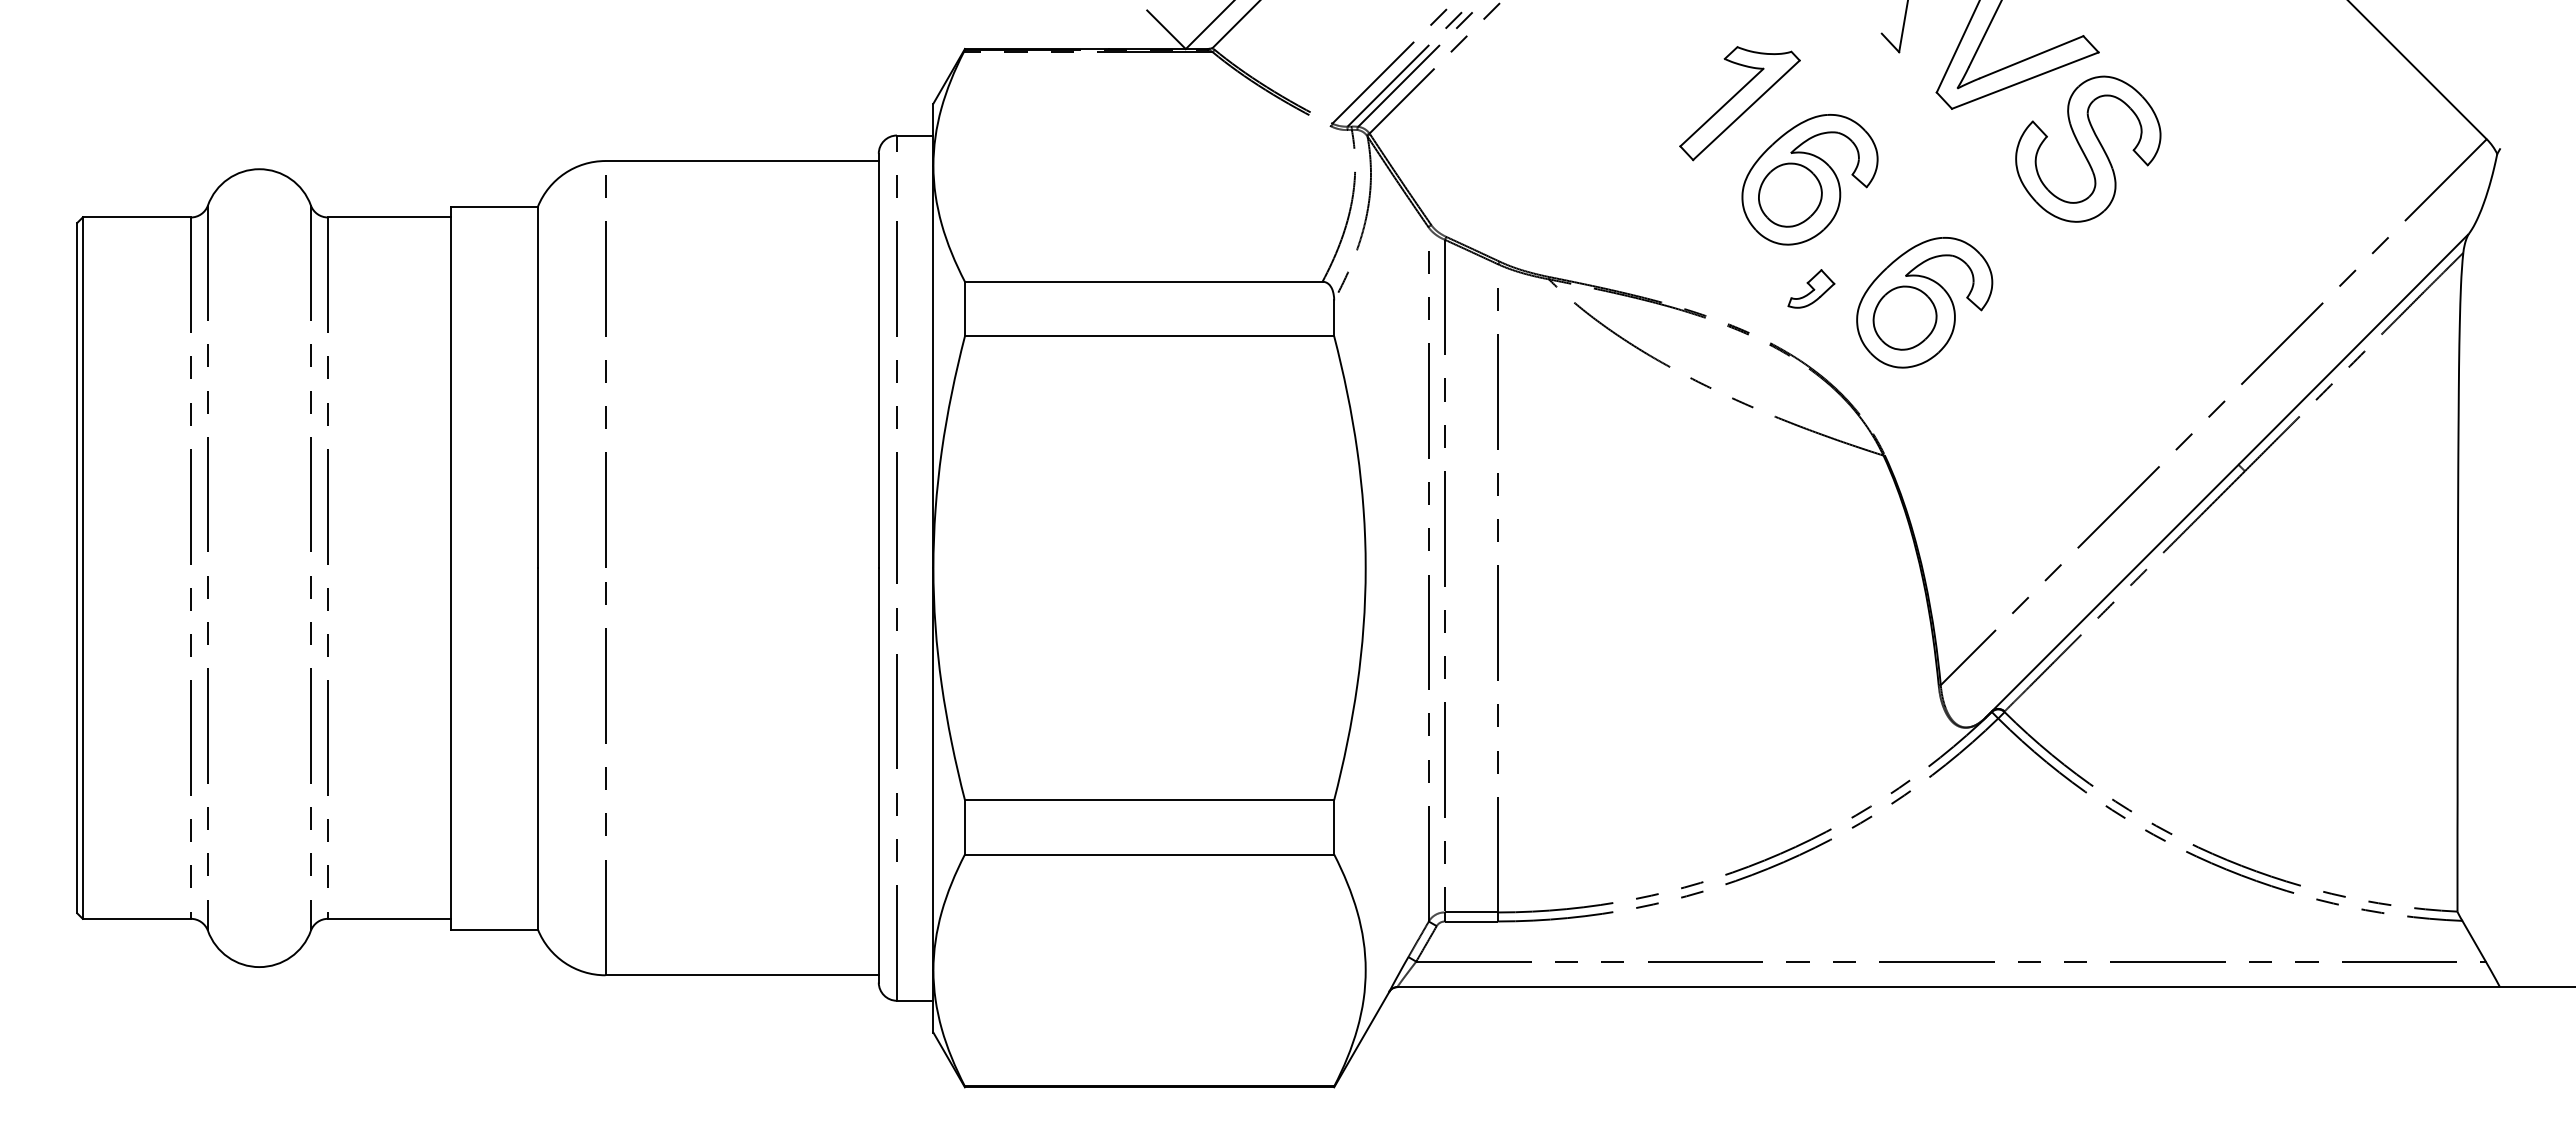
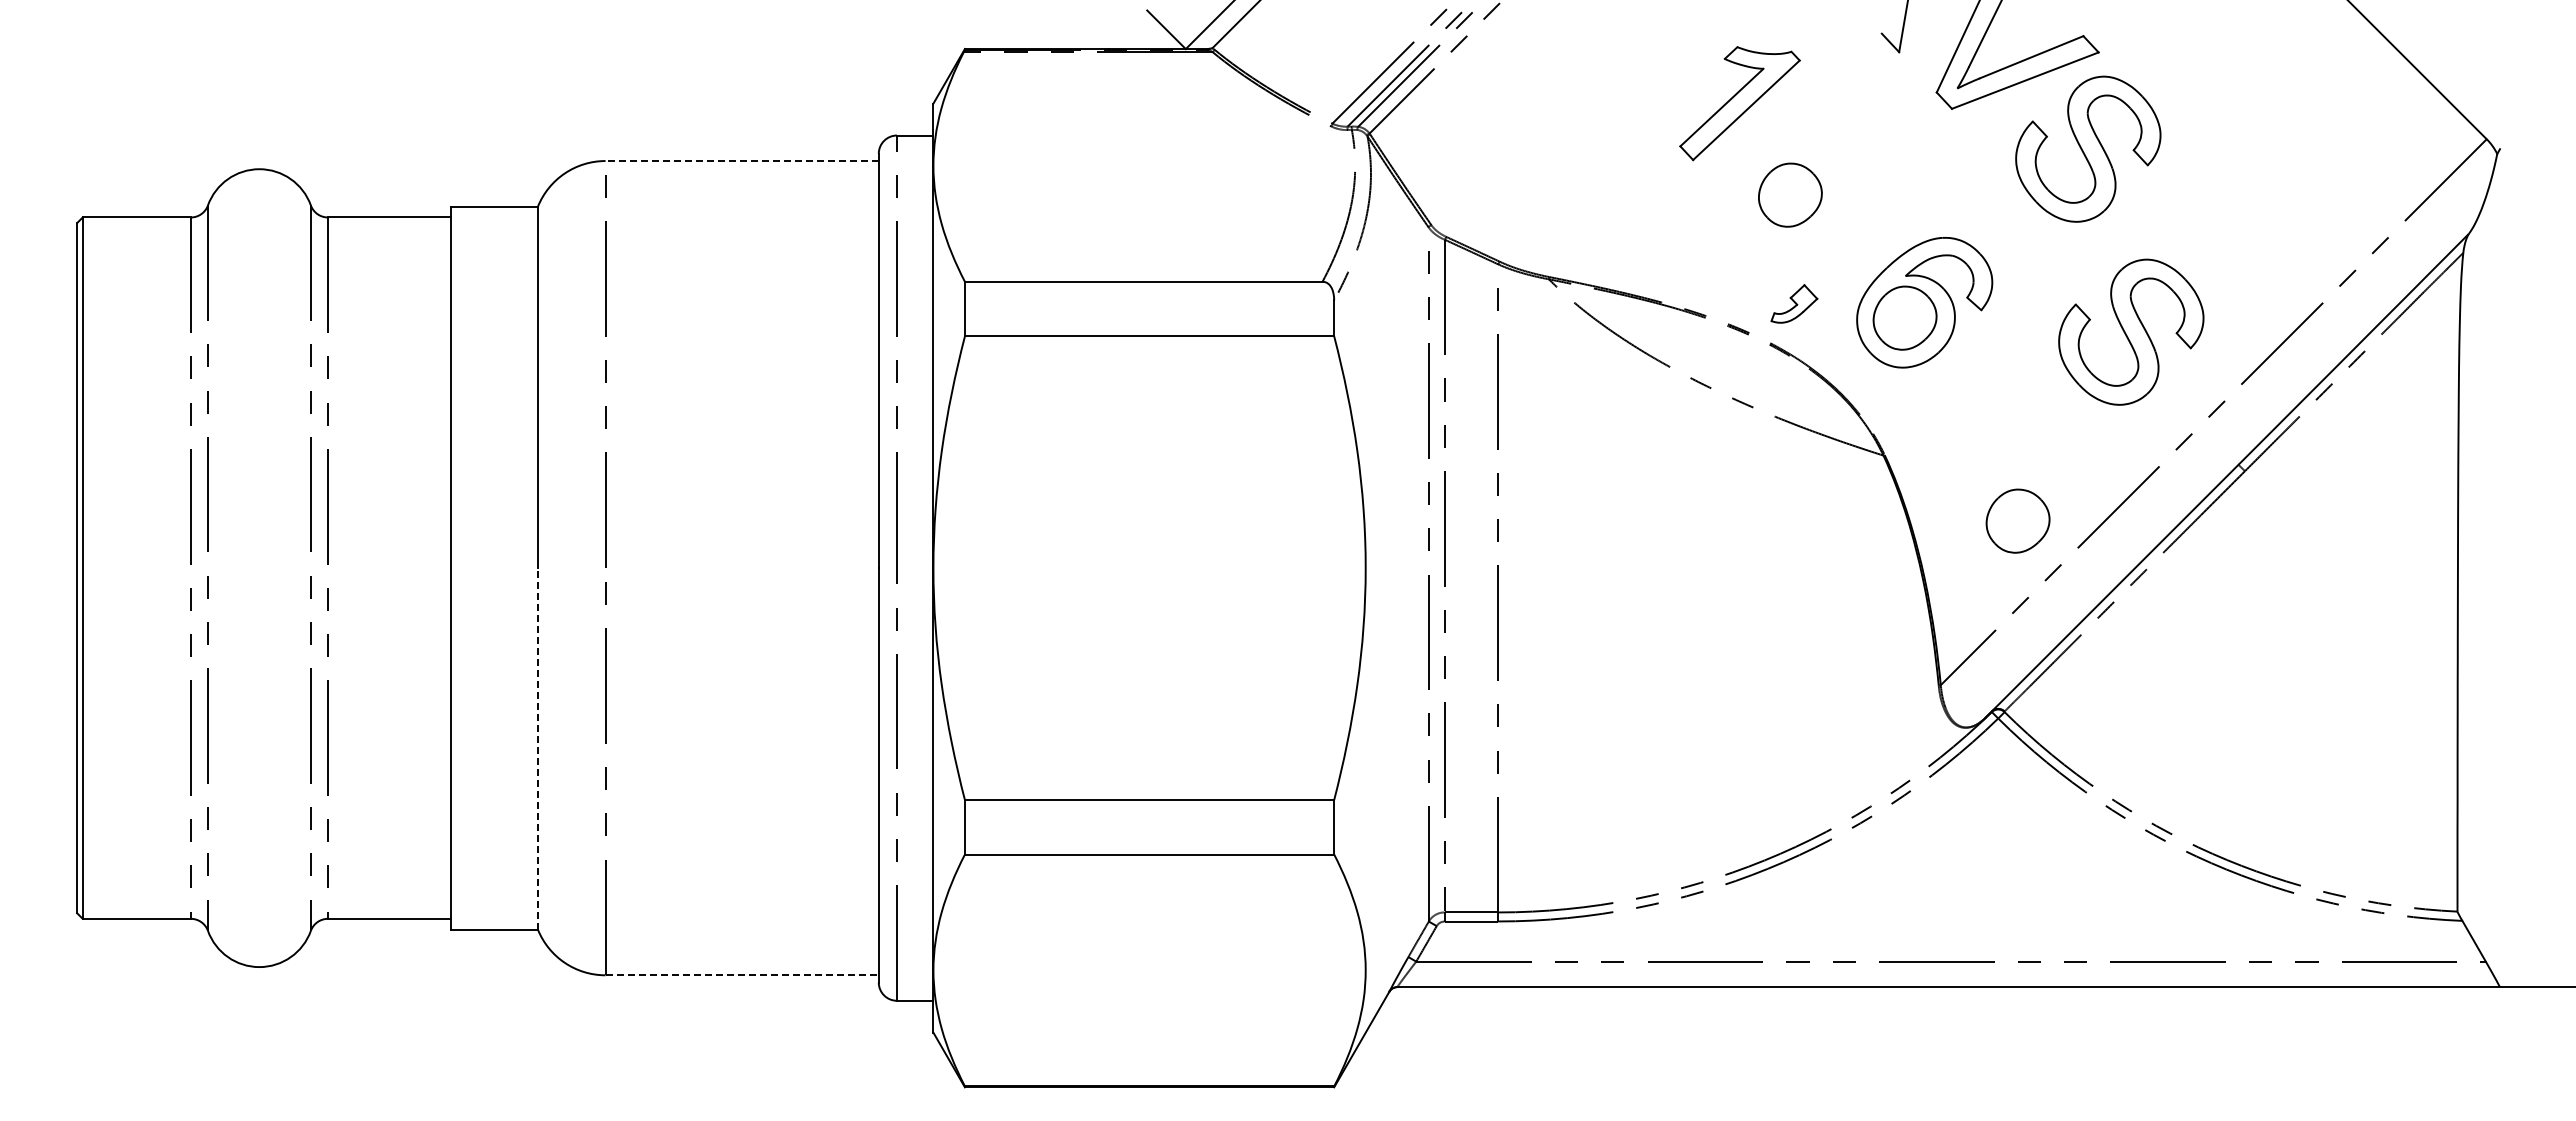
line at (742, 161): solid -> dashed
part at (1809, 179): present -> none
part at (1811, 288) position: (1811, 288) -> (1794, 303)
part at (2131, 331): none -> present
part at (2017, 520): none -> present
line at (537, 748): solid -> dashed
line at (742, 975): solid -> dashed
